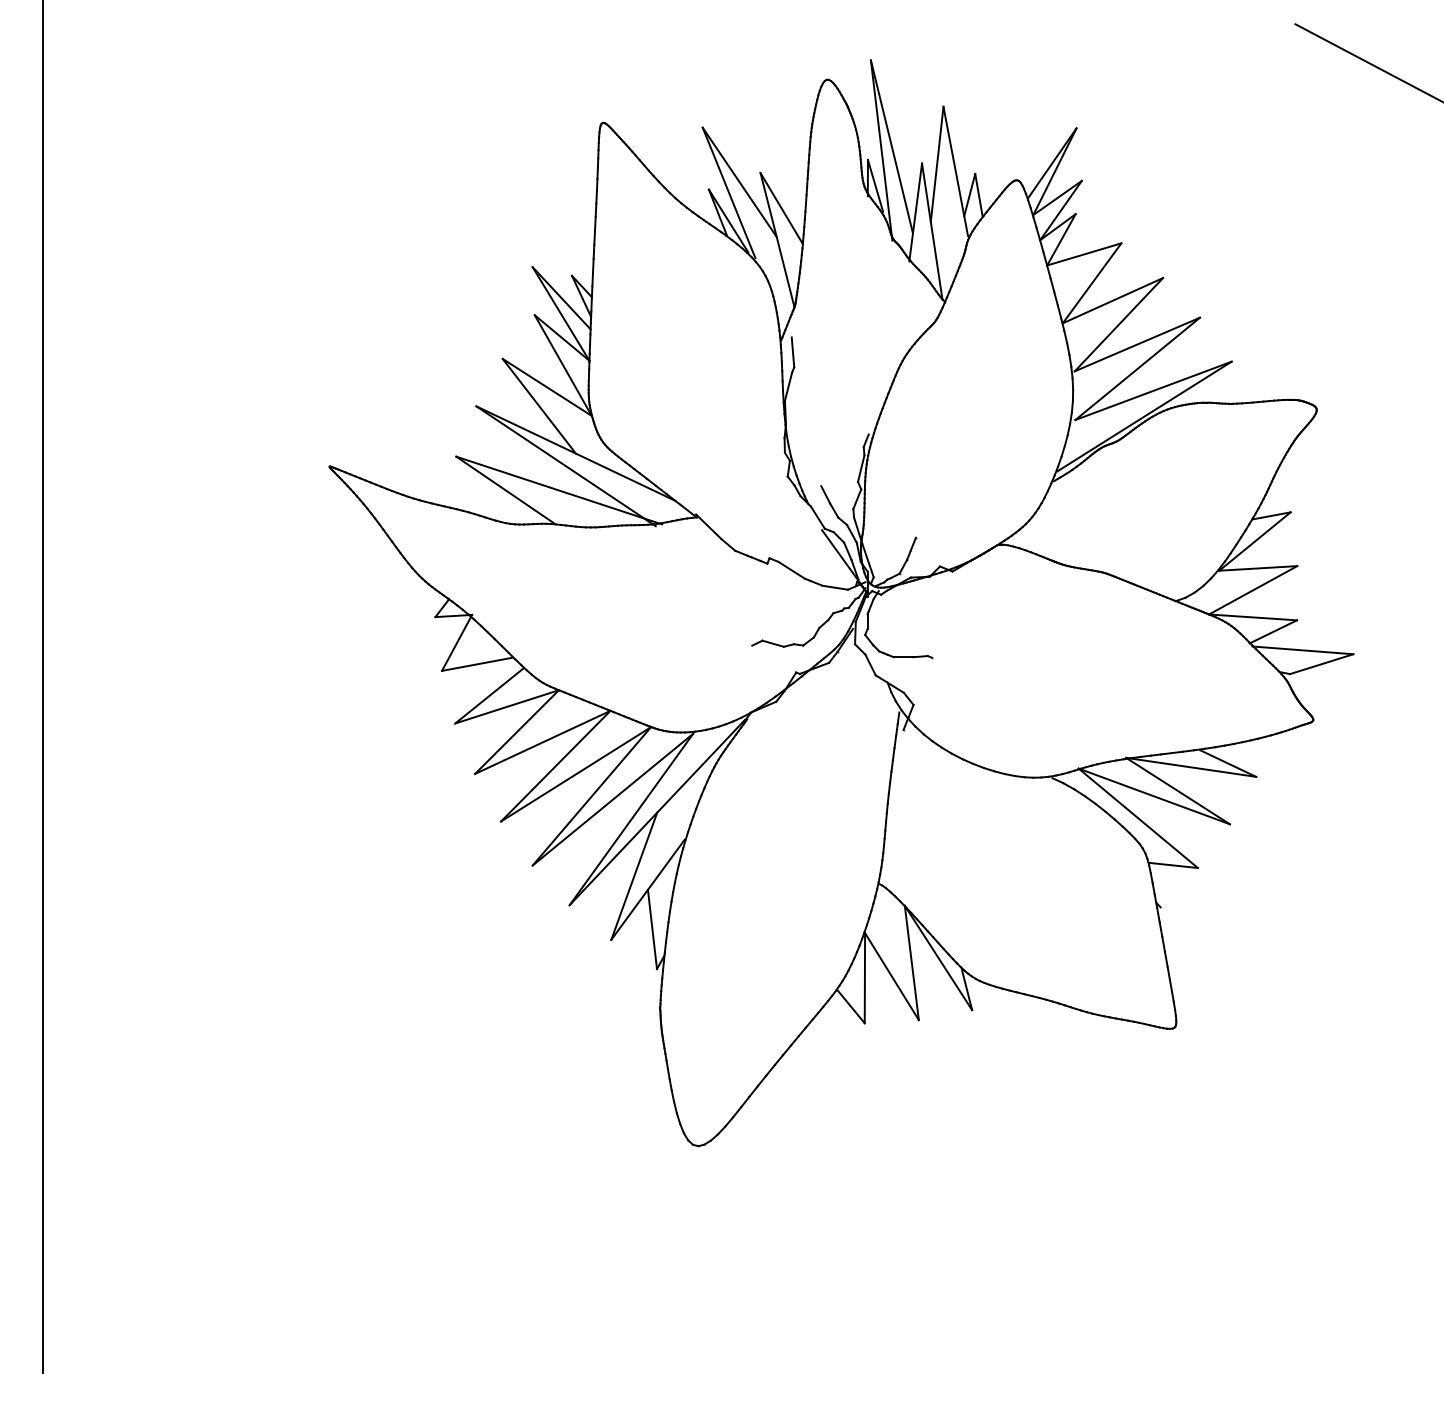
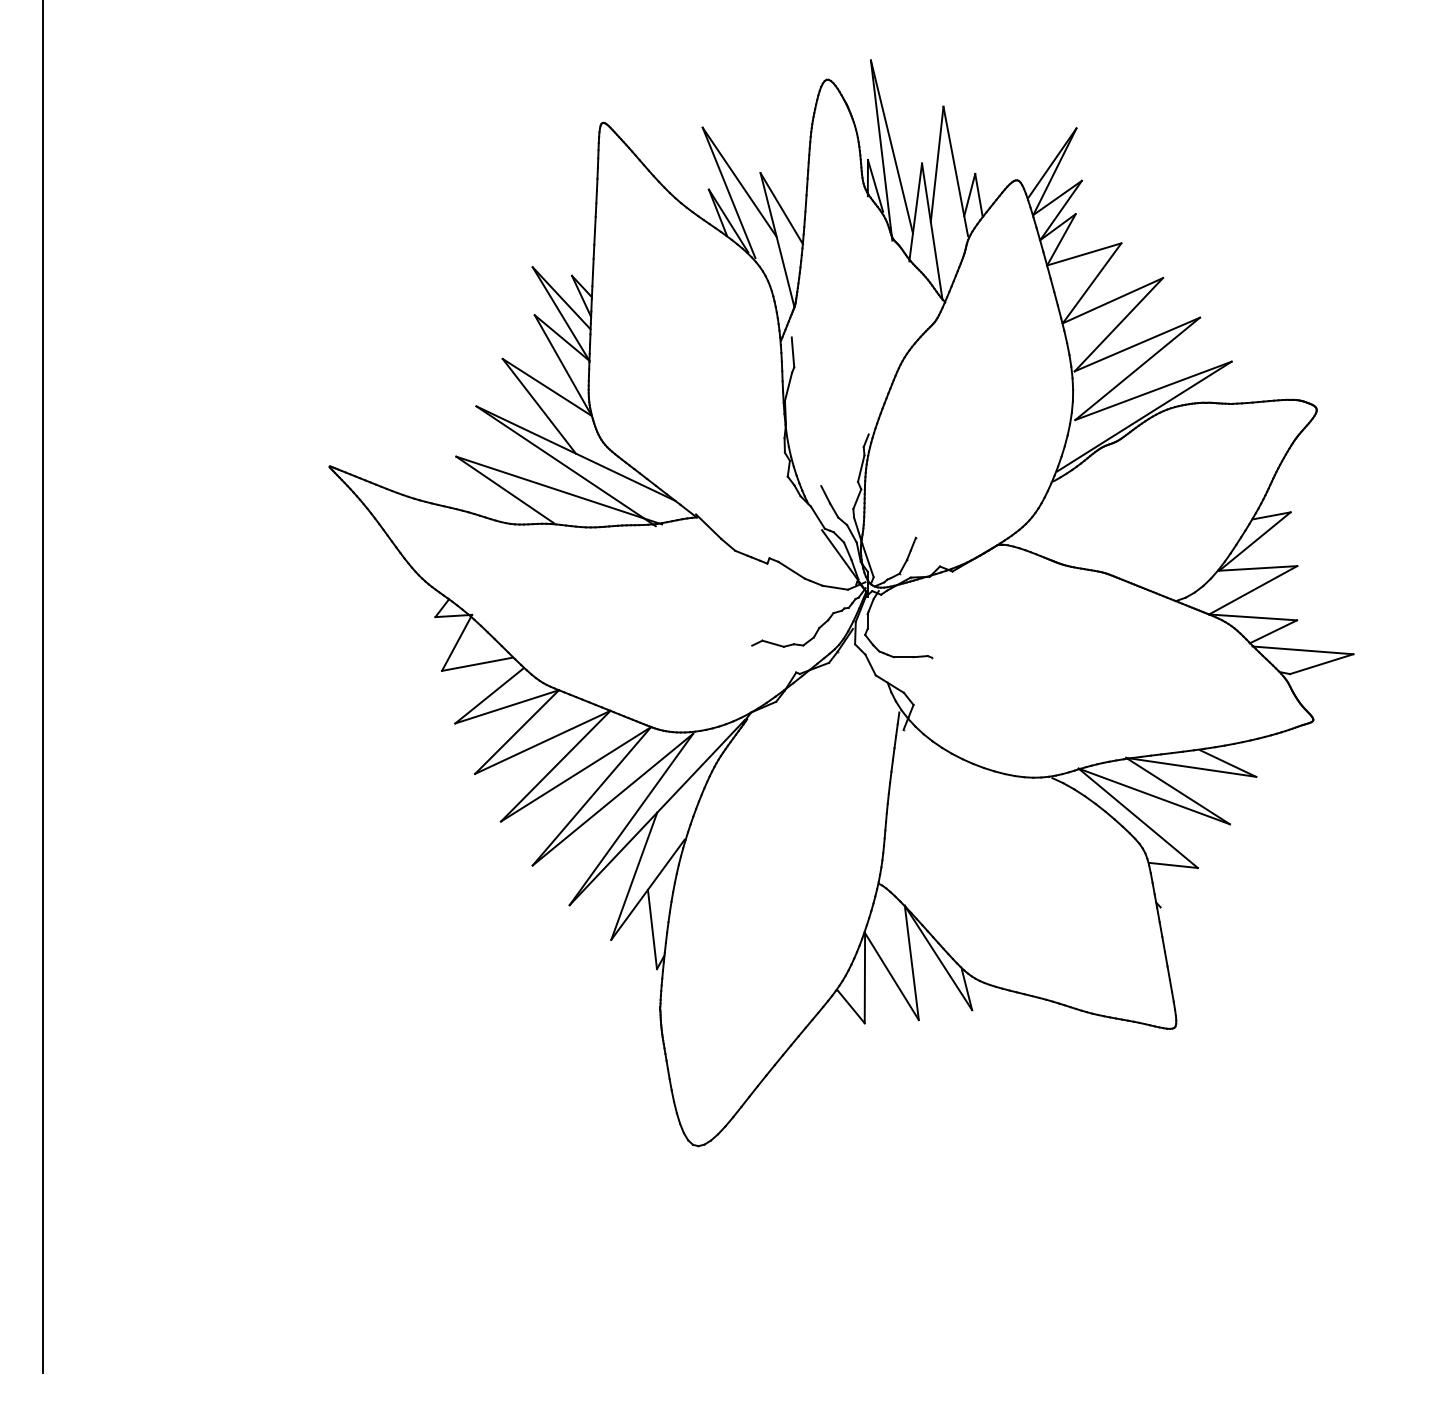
line at (1367, 62): present -> none
